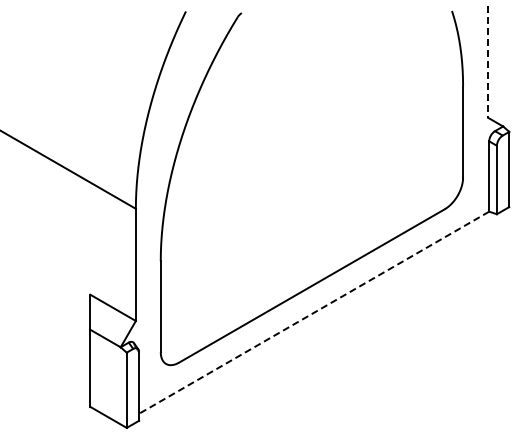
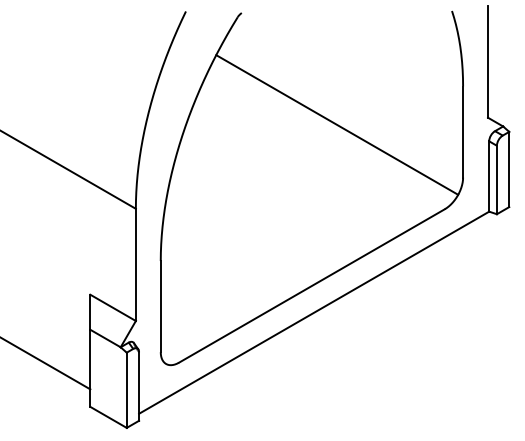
line at (488, 62): dashed -> solid
line at (337, 124): none -> present
line at (313, 312): dashed -> solid
line at (46, 363): none -> present
